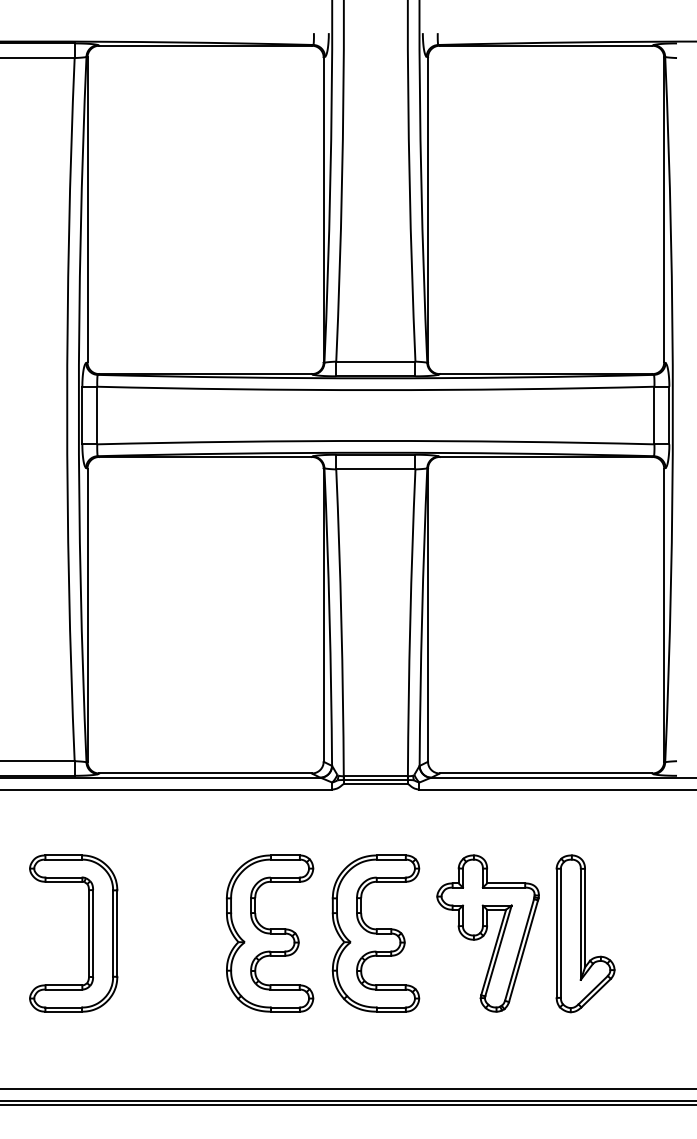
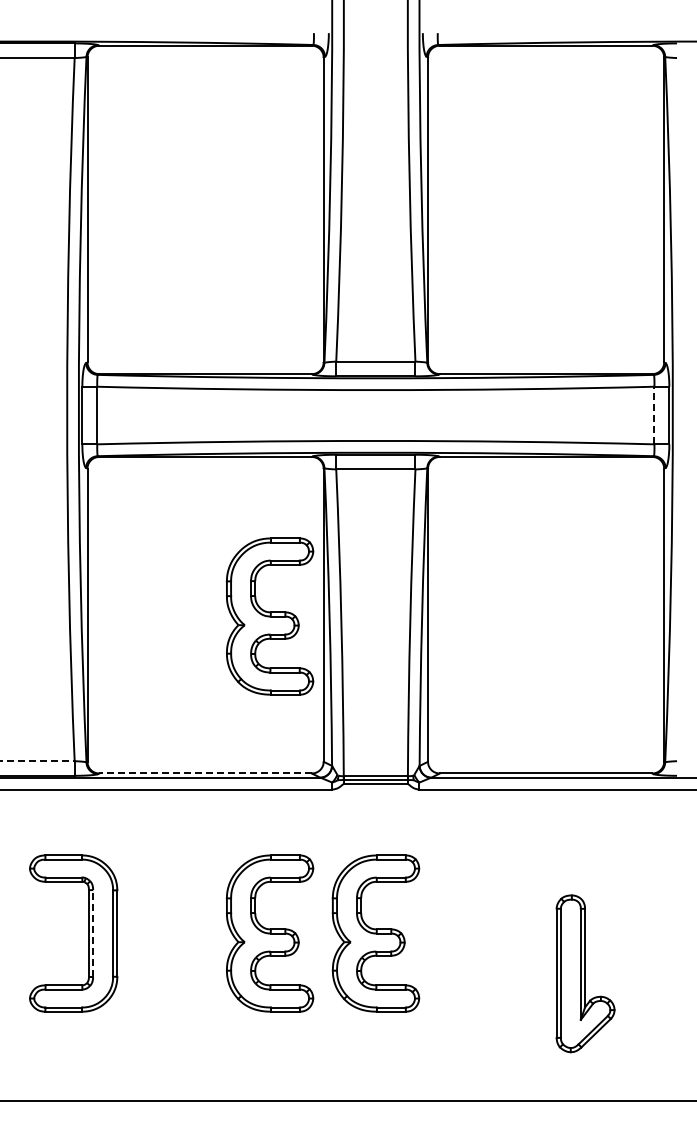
line at (654, 415): solid -> dashed
part at (269, 616): none -> present
line at (37, 761): solid -> dashed
line at (205, 773): solid -> dashed
line at (93, 933): solid -> dashed
part at (487, 933): present -> none
part at (585, 933) position: (585, 933) -> (585, 973)
line at (347, 1088): present -> none
line at (347, 1104): present -> none
